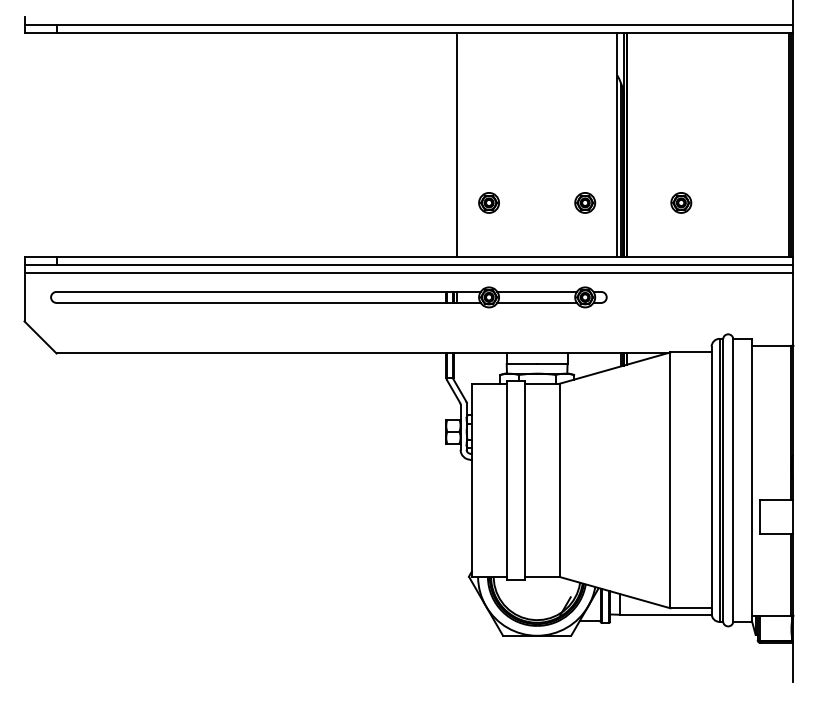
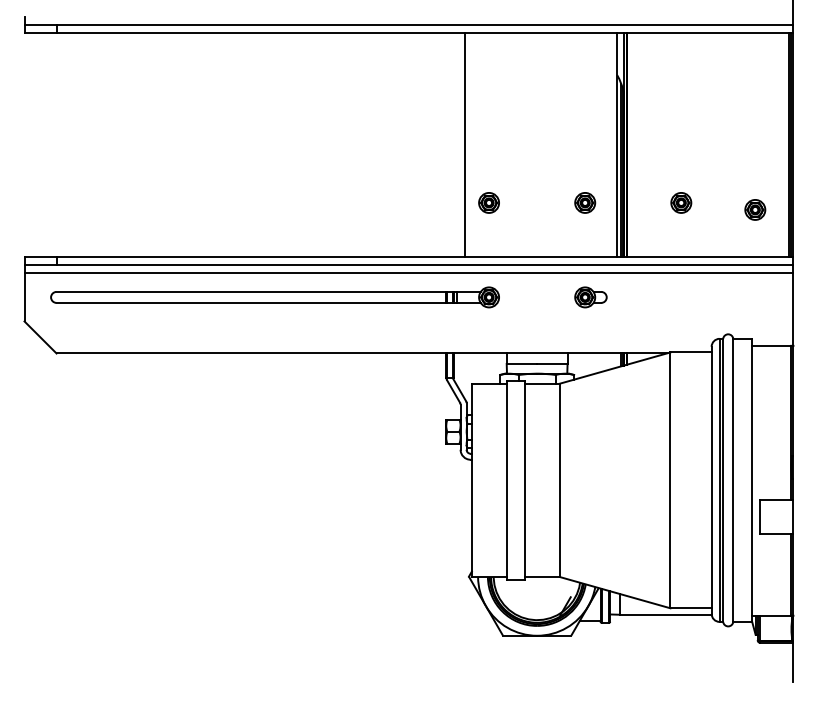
line at (457, 145) position: (457, 145) -> (465, 145)
part at (755, 209): none -> present
line at (536, 291): present -> none
line at (536, 302): present -> none
